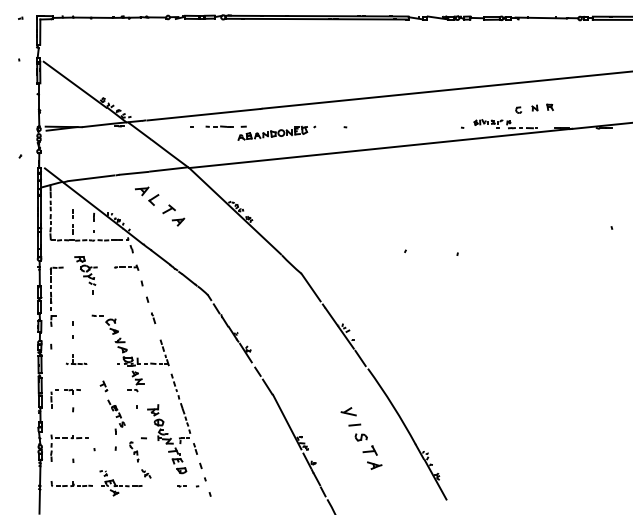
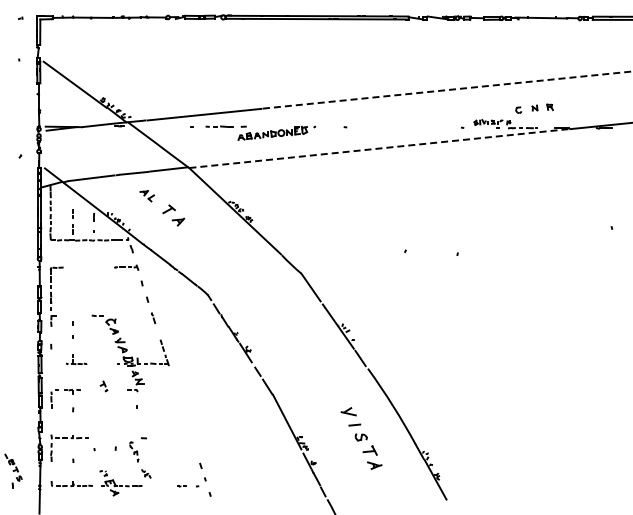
line at (447, 90): solid -> dashed
line at (381, 148): solid -> dashed
part at (147, 195) size: 25x20 px -> 16x13 px
part at (85, 275): present -> none
part at (116, 416) position: (116, 416) -> (13, 470)
part at (164, 422): present -> none
